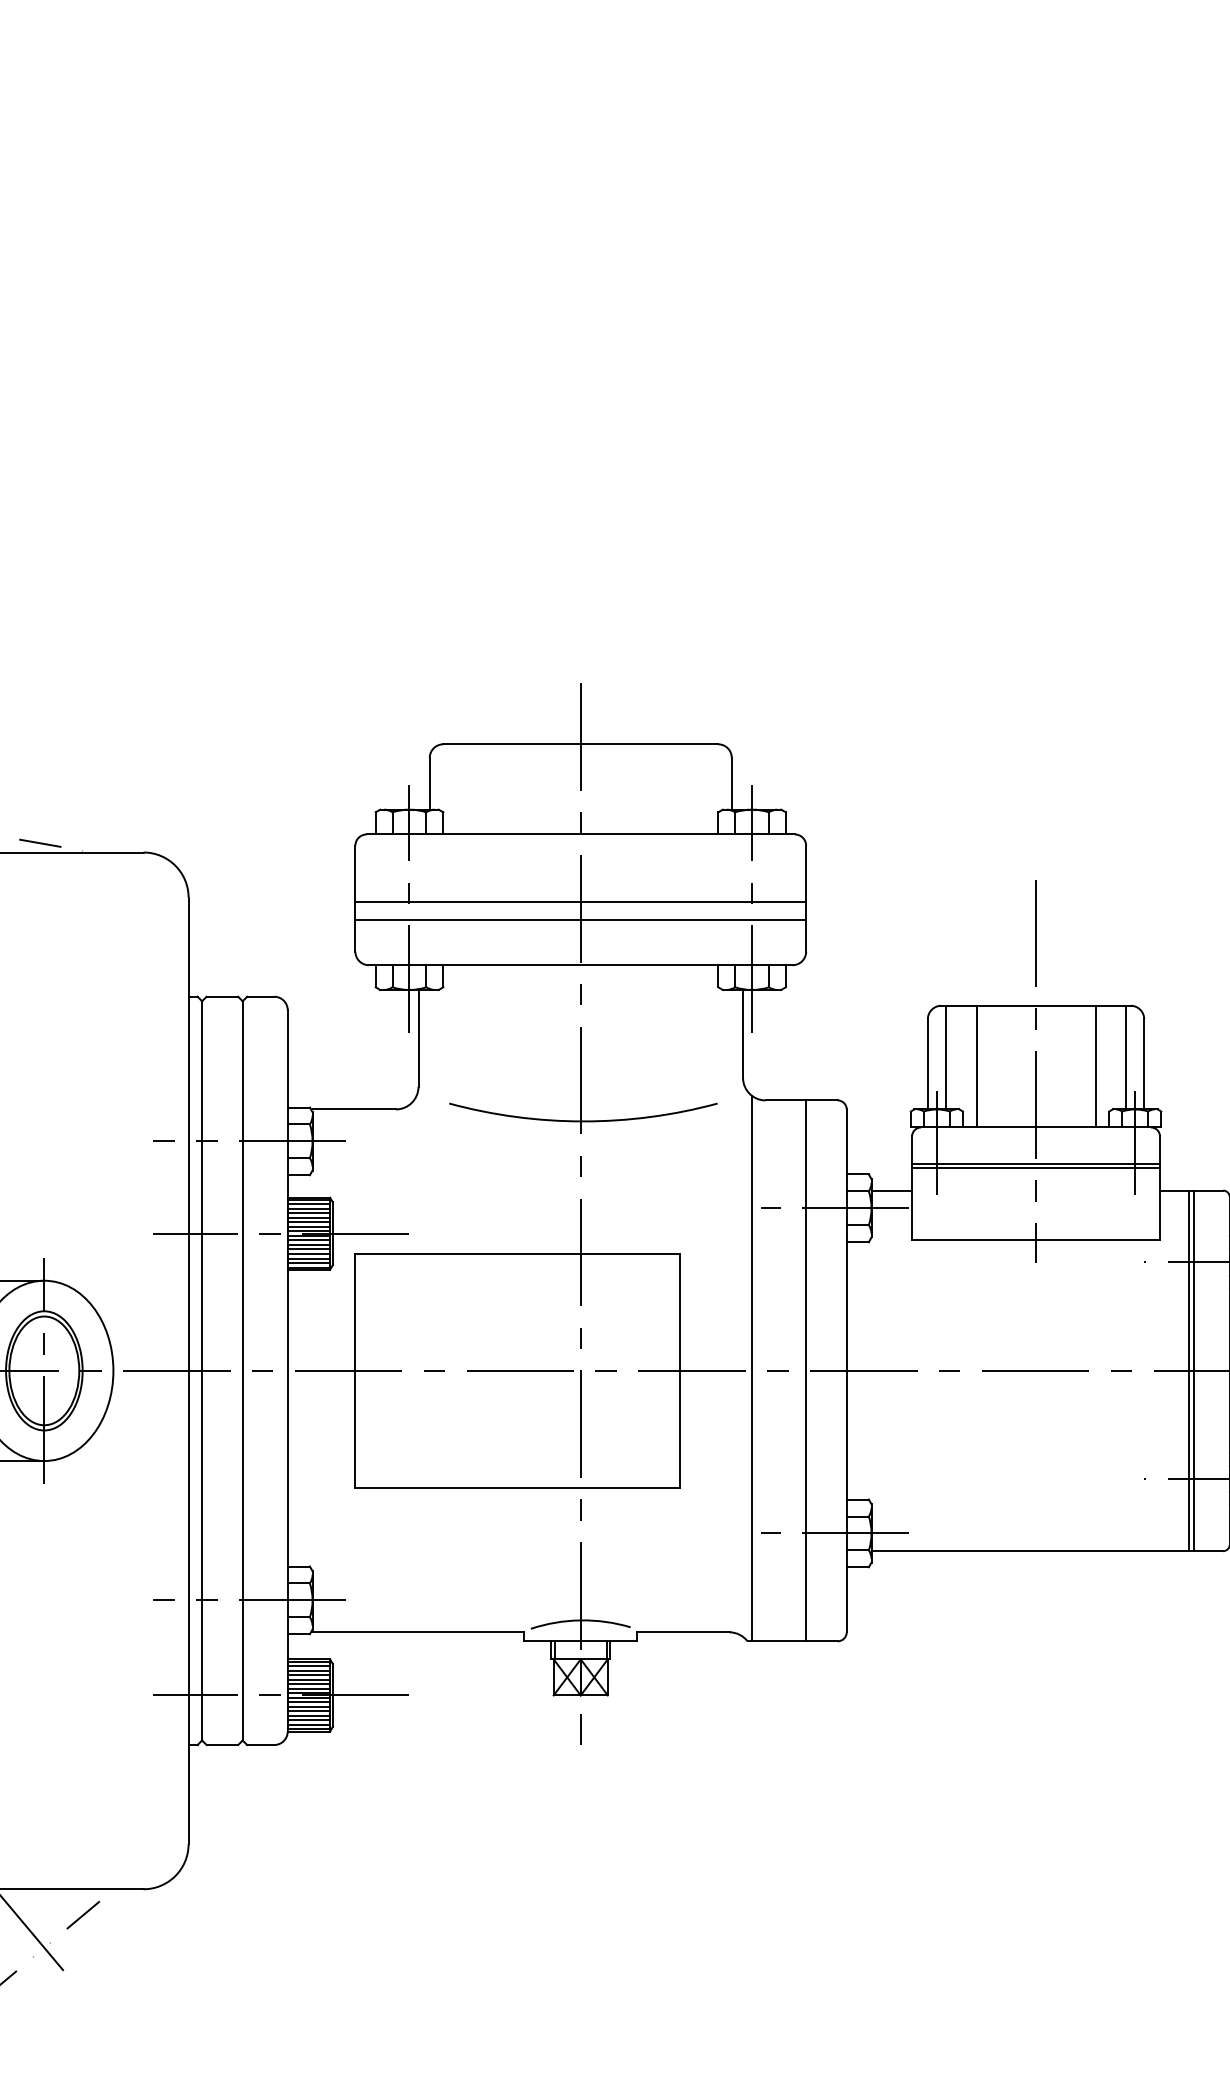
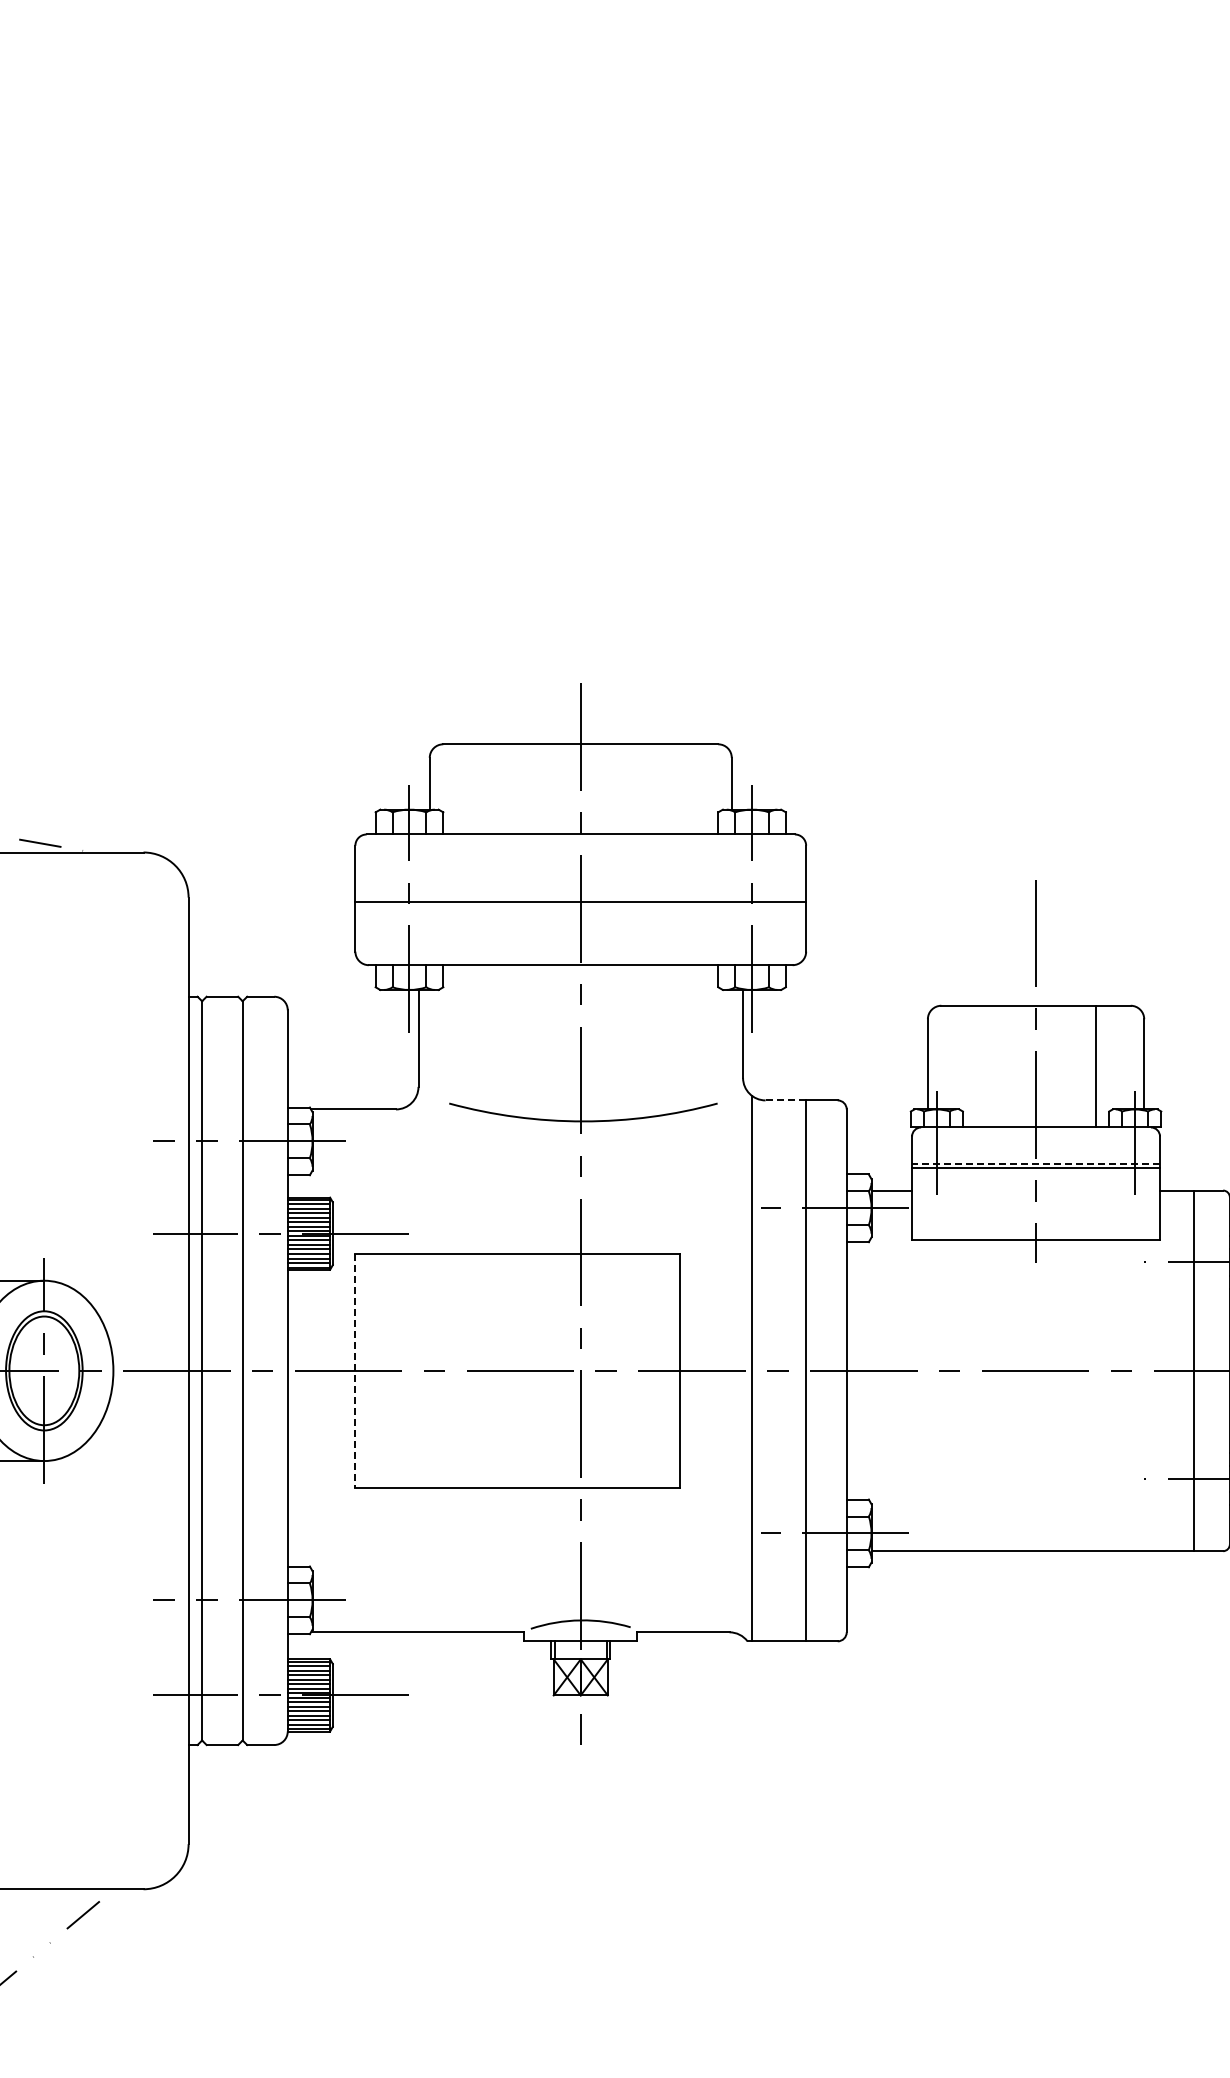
line at (580, 920): present -> none
line at (945, 1057): present -> none
line at (1126, 1057): present -> none
line at (976, 1066): present -> none
line at (786, 1100): solid -> dashed
line at (1036, 1163): solid -> dashed
line at (1189, 1370): present -> none
line at (355, 1371): solid -> dashed
line at (32, 1933): present -> none
